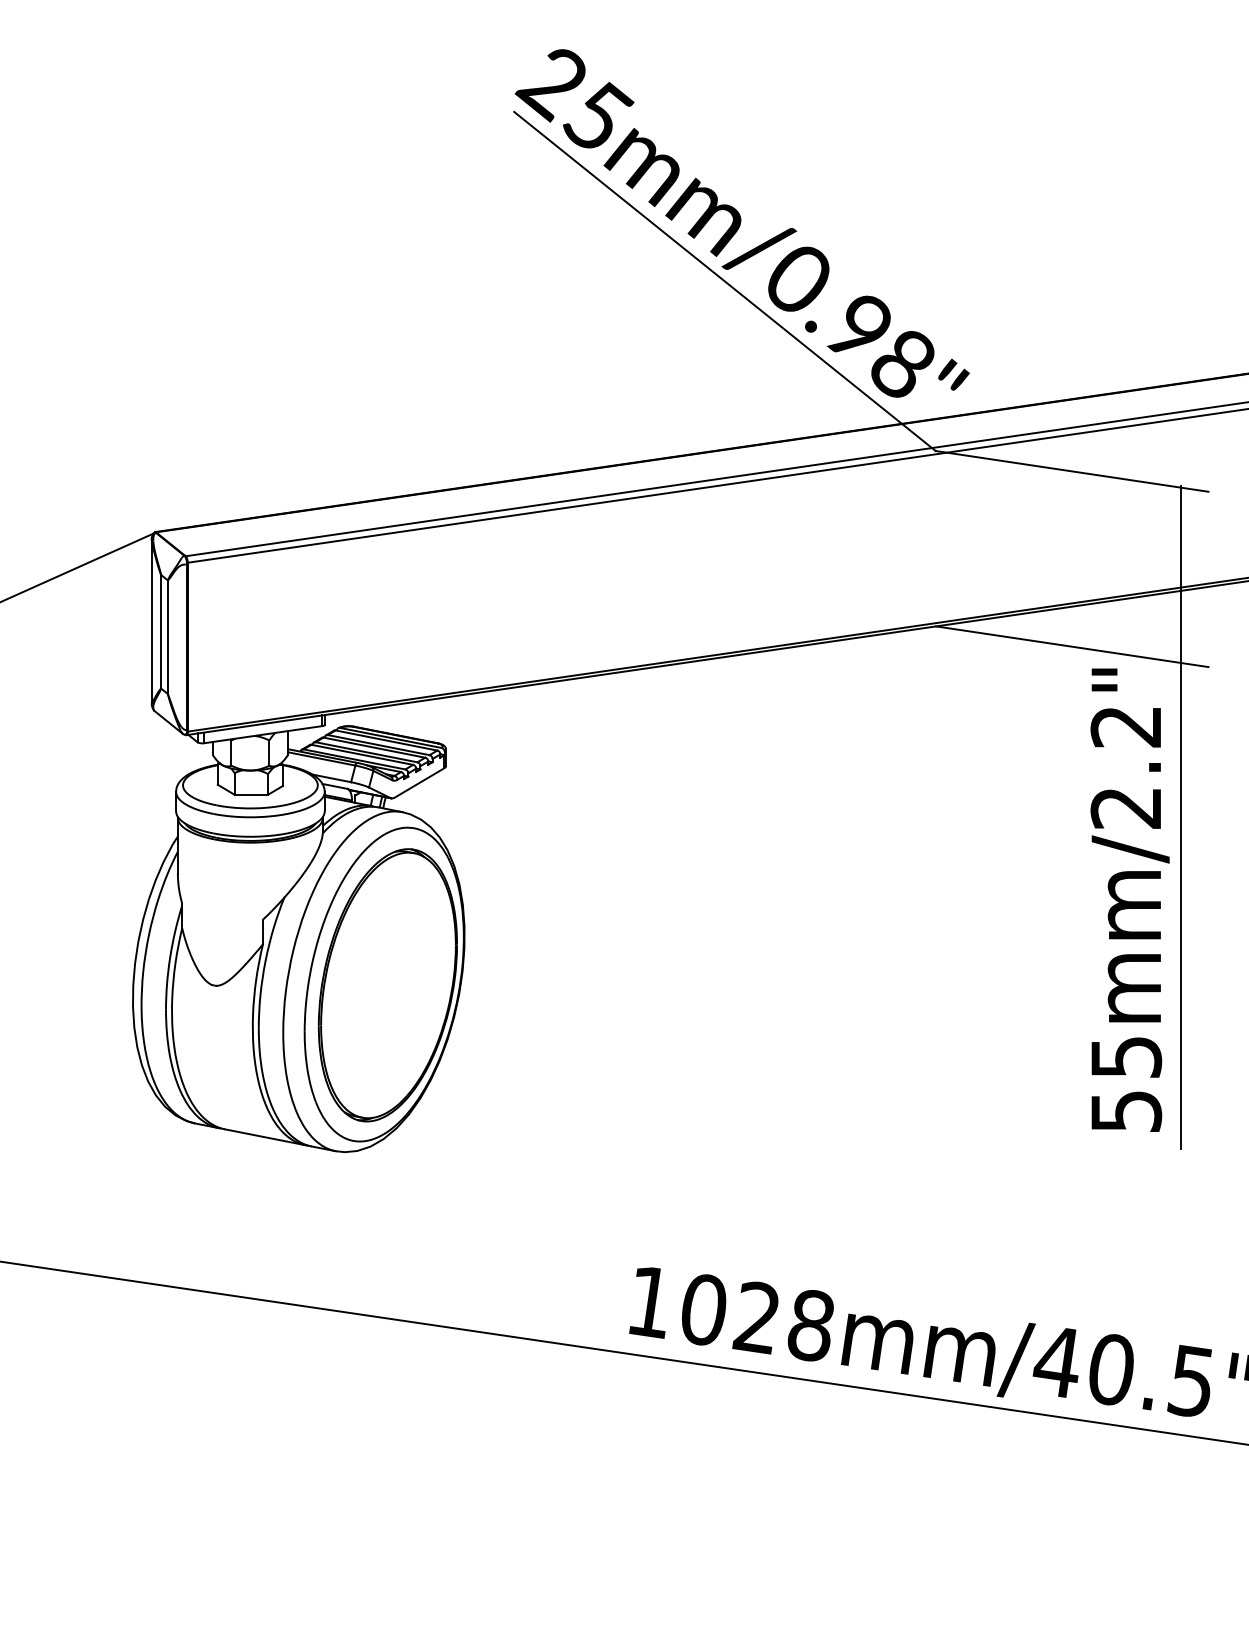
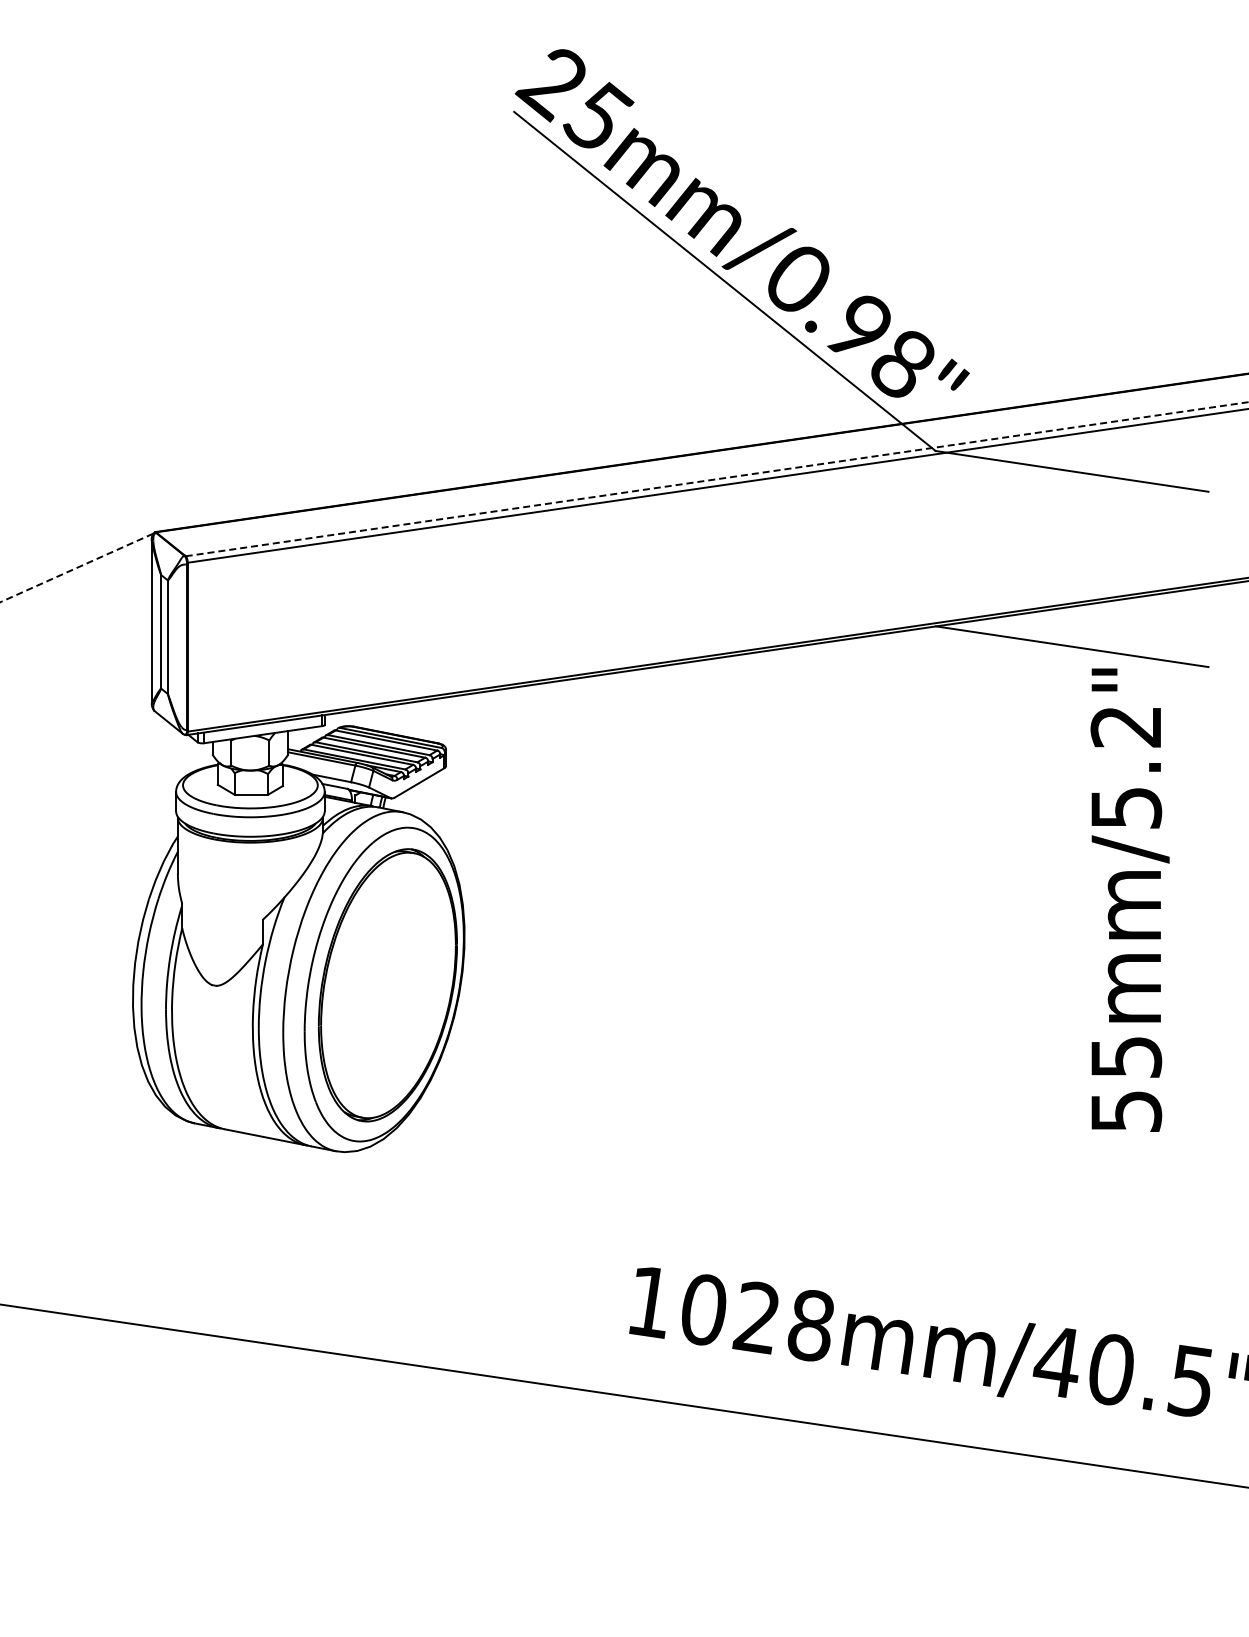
line at (717, 479): solid -> dashed
line at (76, 568): solid -> dashed
text at (1126, 808): 55mm/2.2" -> 55mm/5.2"
line at (1180, 817): present -> none
line at (623, 1352) position: (623, 1352) -> (623, 1395)
